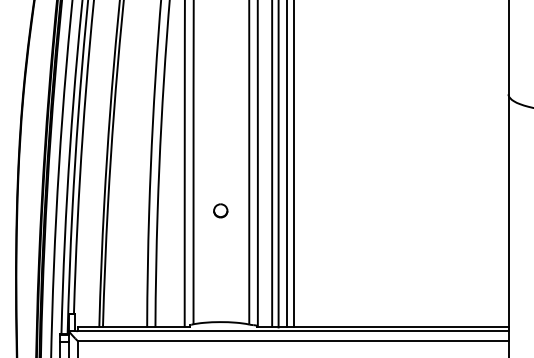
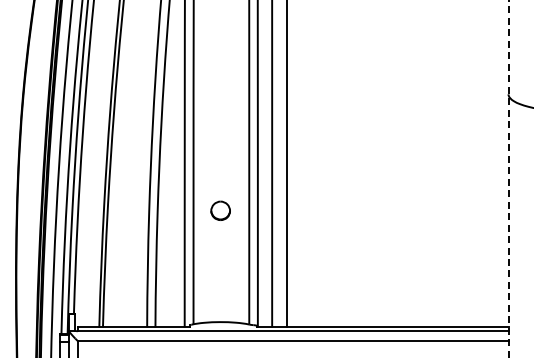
line at (278, 164): present -> none
line at (293, 164): present -> none
line at (508, 179): solid -> dashed
part at (220, 210) size: 16x16 px -> 21x21 px
